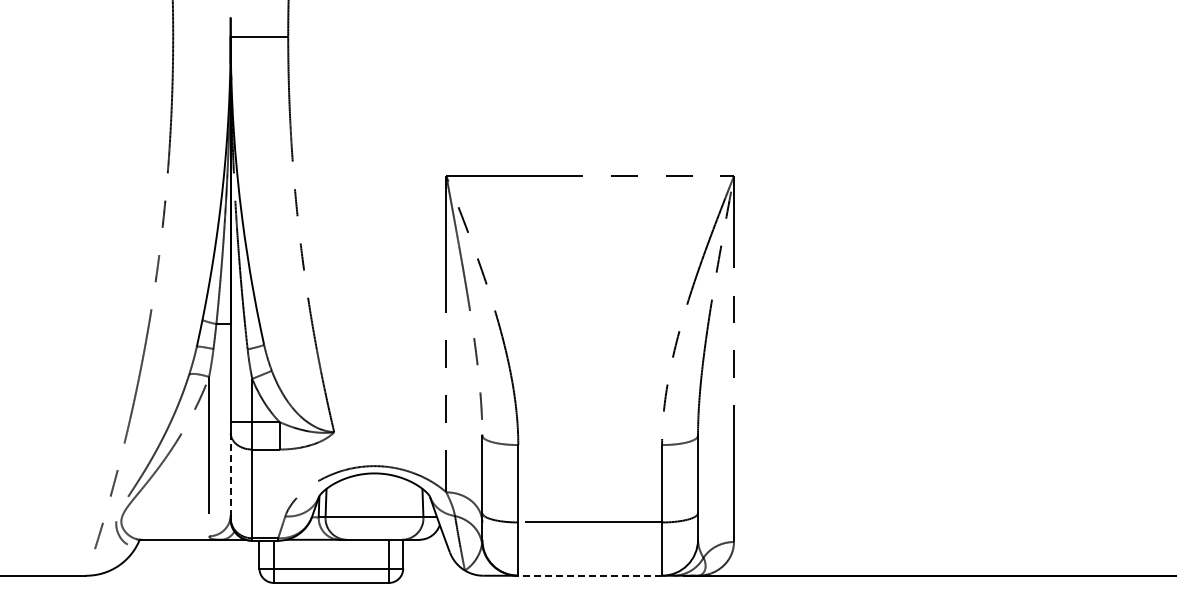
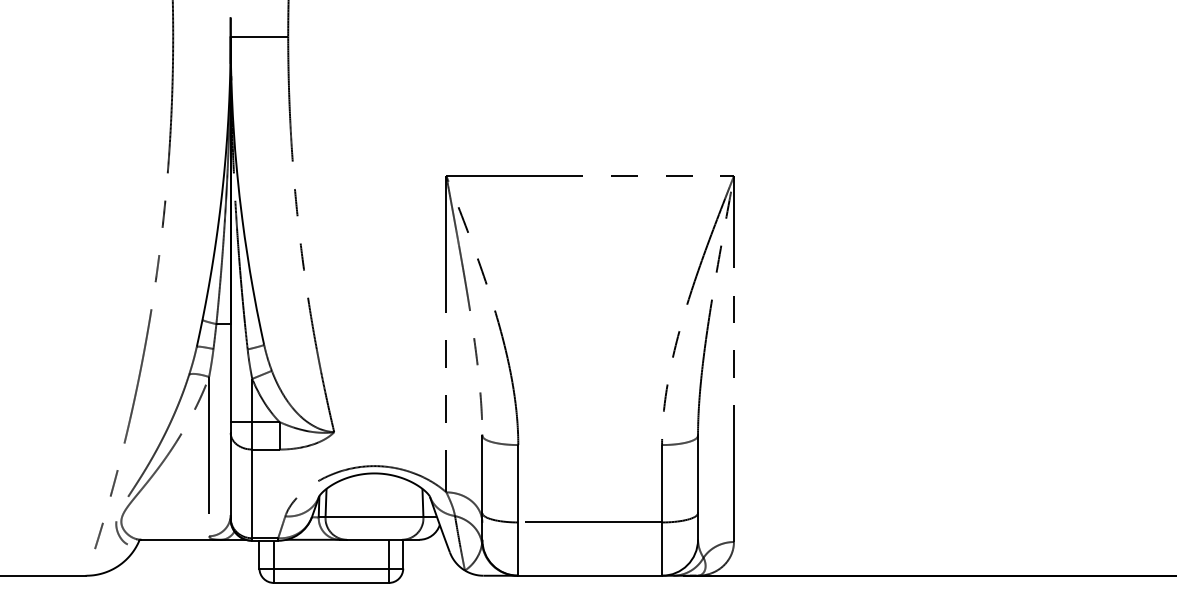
line at (230, 475): dashed -> solid
line at (590, 575): dashed -> solid
